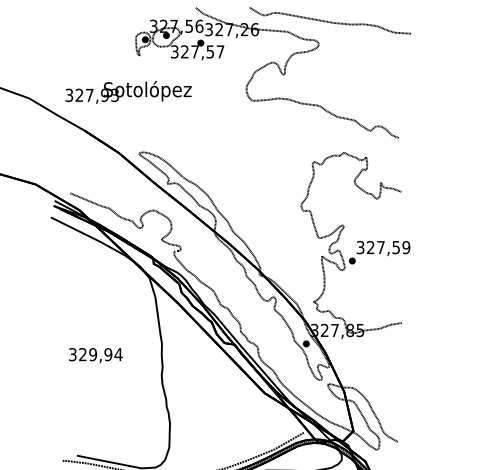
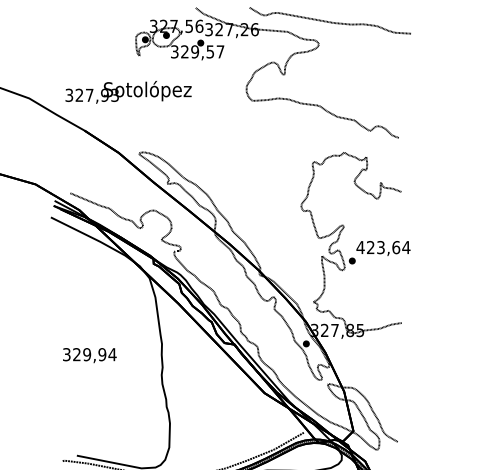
text at (195, 51): 327,57 -> 329,57
text at (383, 247): 327,59 -> 423,64
text at (95, 355) position: (95, 355) -> (89, 355)
